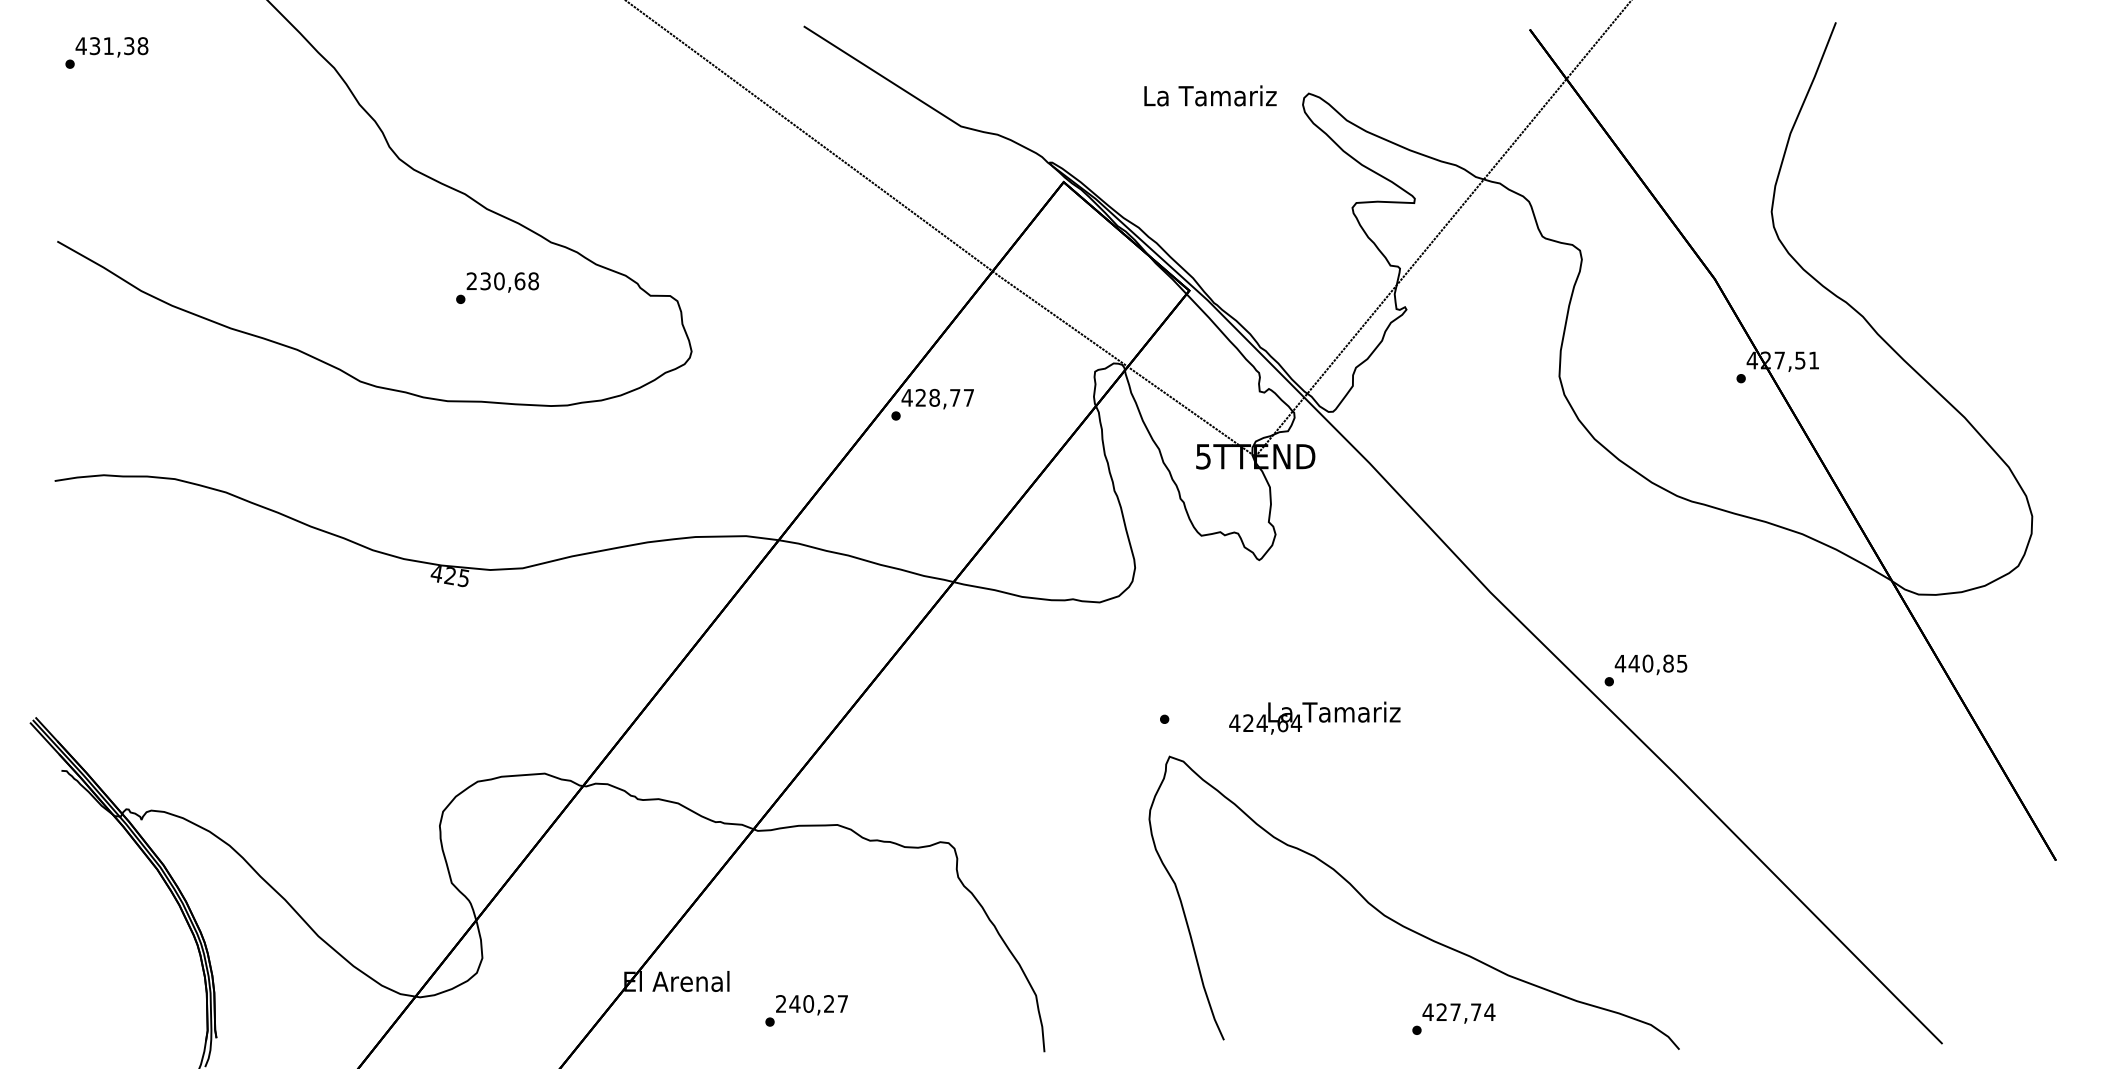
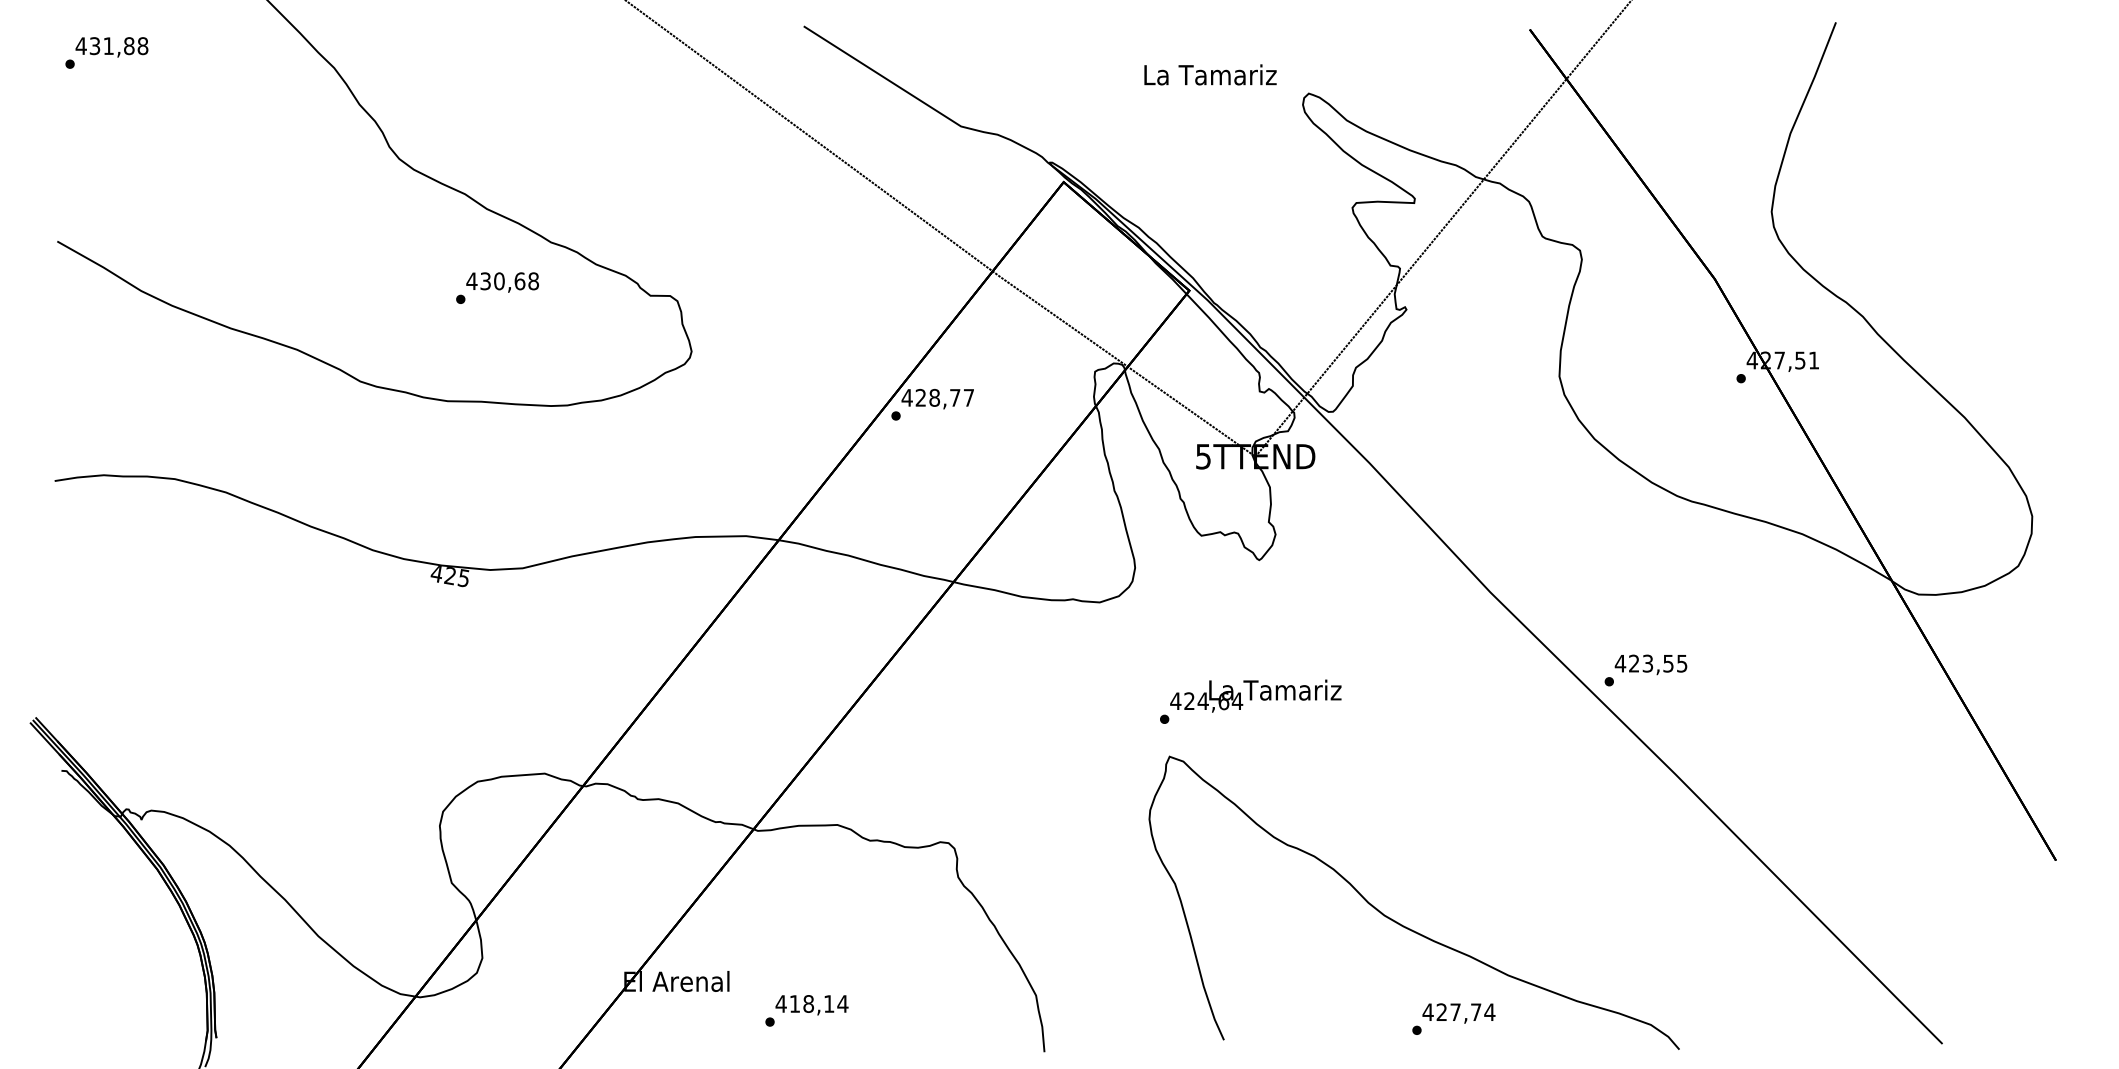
text at (129, 46): 431,38 -> 431,88
text at (1210, 95) position: (1210, 95) -> (1210, 74)
text at (471, 280): 230,68 -> 430,68
text at (1650, 663): 440,85 -> 423,55
text at (1314, 717) position: (1314, 717) -> (1255, 695)
text at (811, 1003): 240,27 -> 418,14
